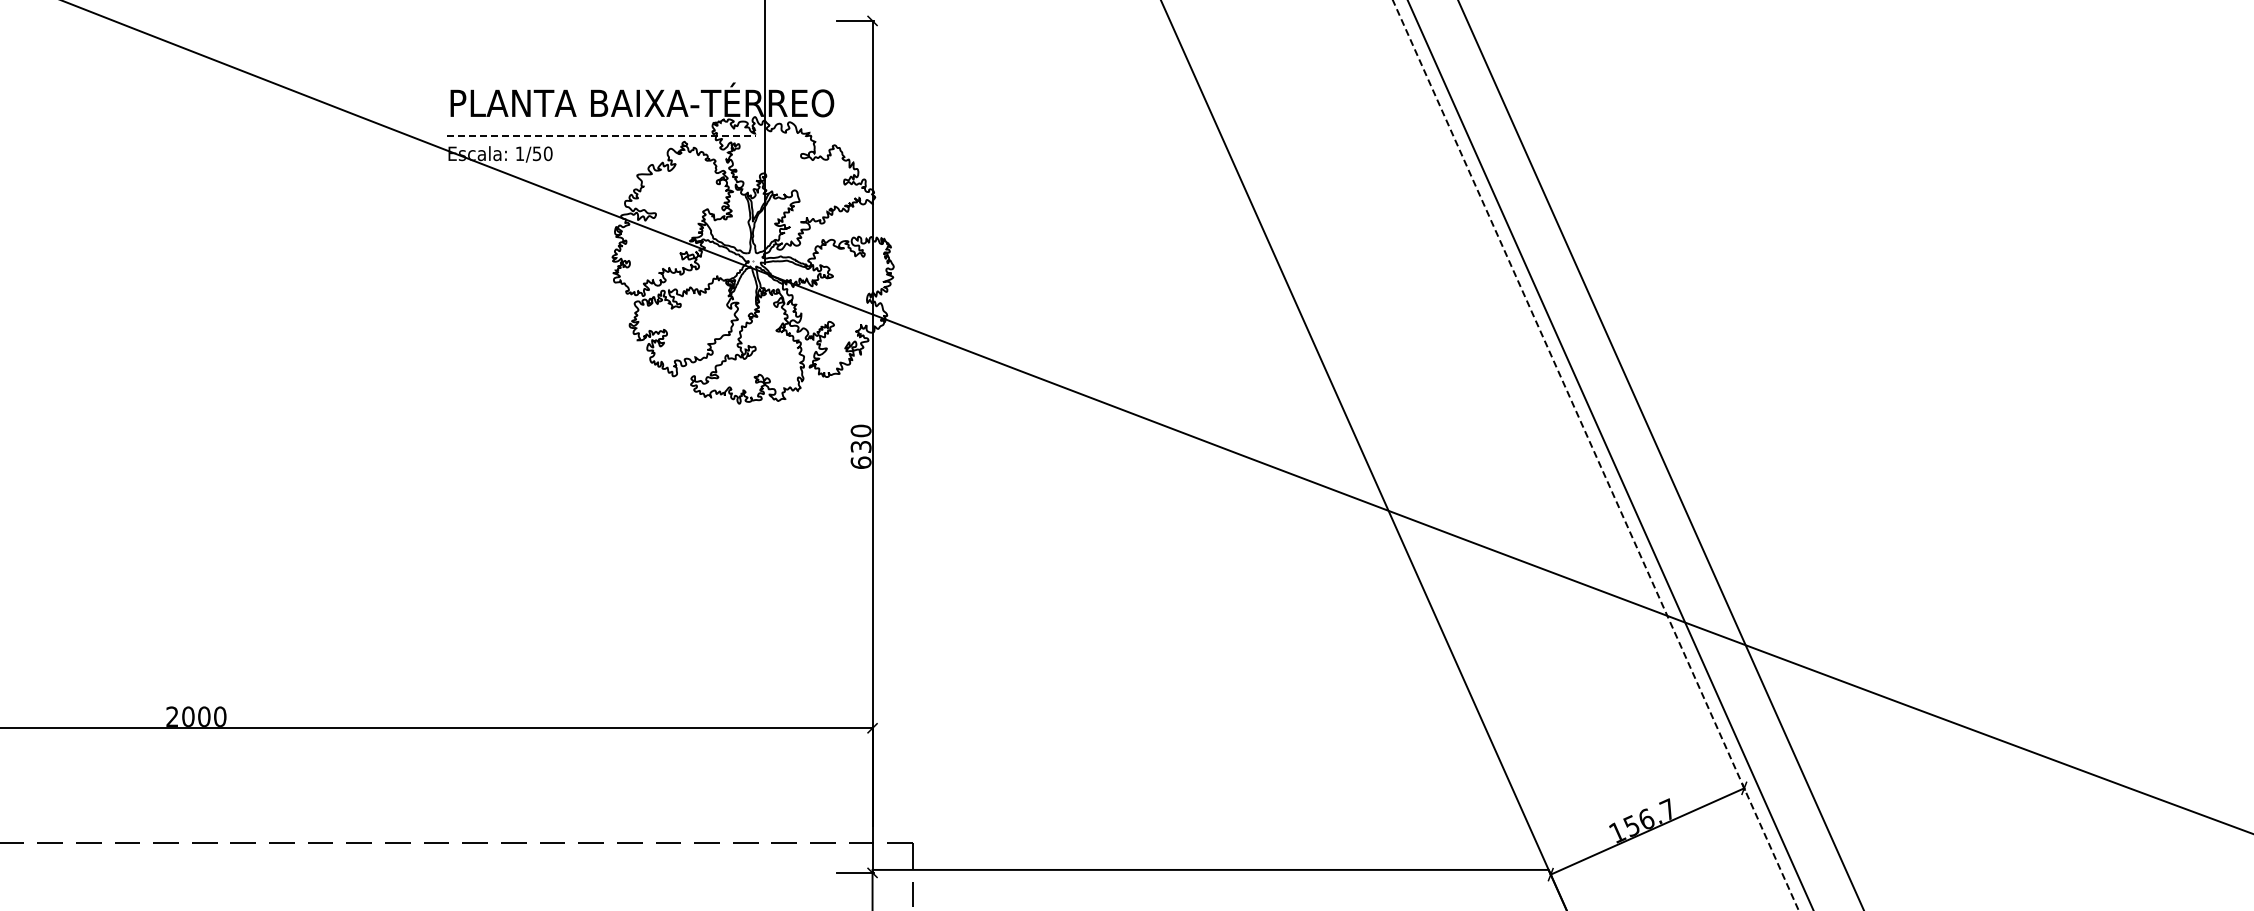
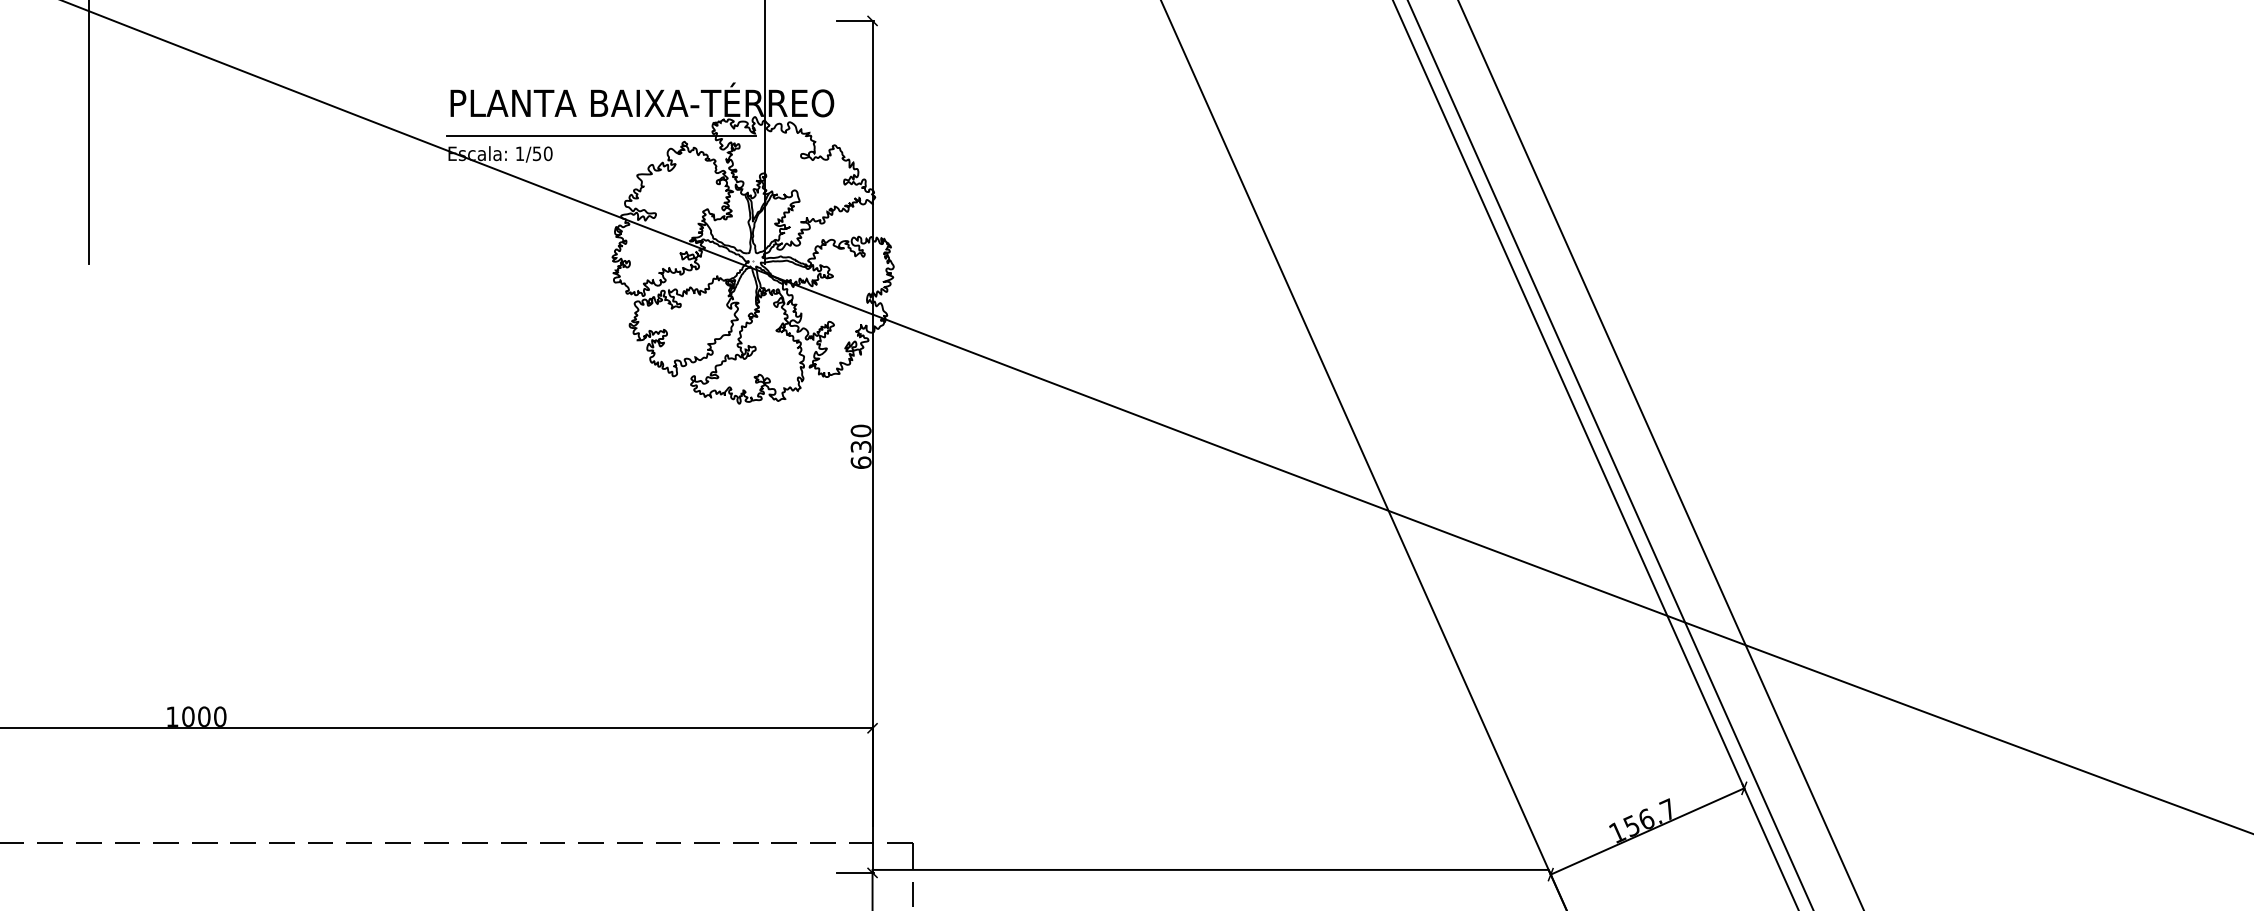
line at (88, 133): none -> present
line at (601, 135): dashed -> solid
line at (1595, 454): dashed -> solid
text at (172, 716): 2000 -> 1000
